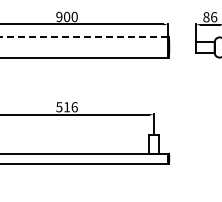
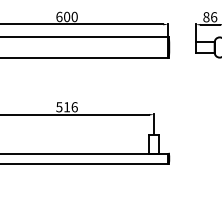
text at (59, 16): 900 -> 600
line at (84, 37): dashed -> solid
